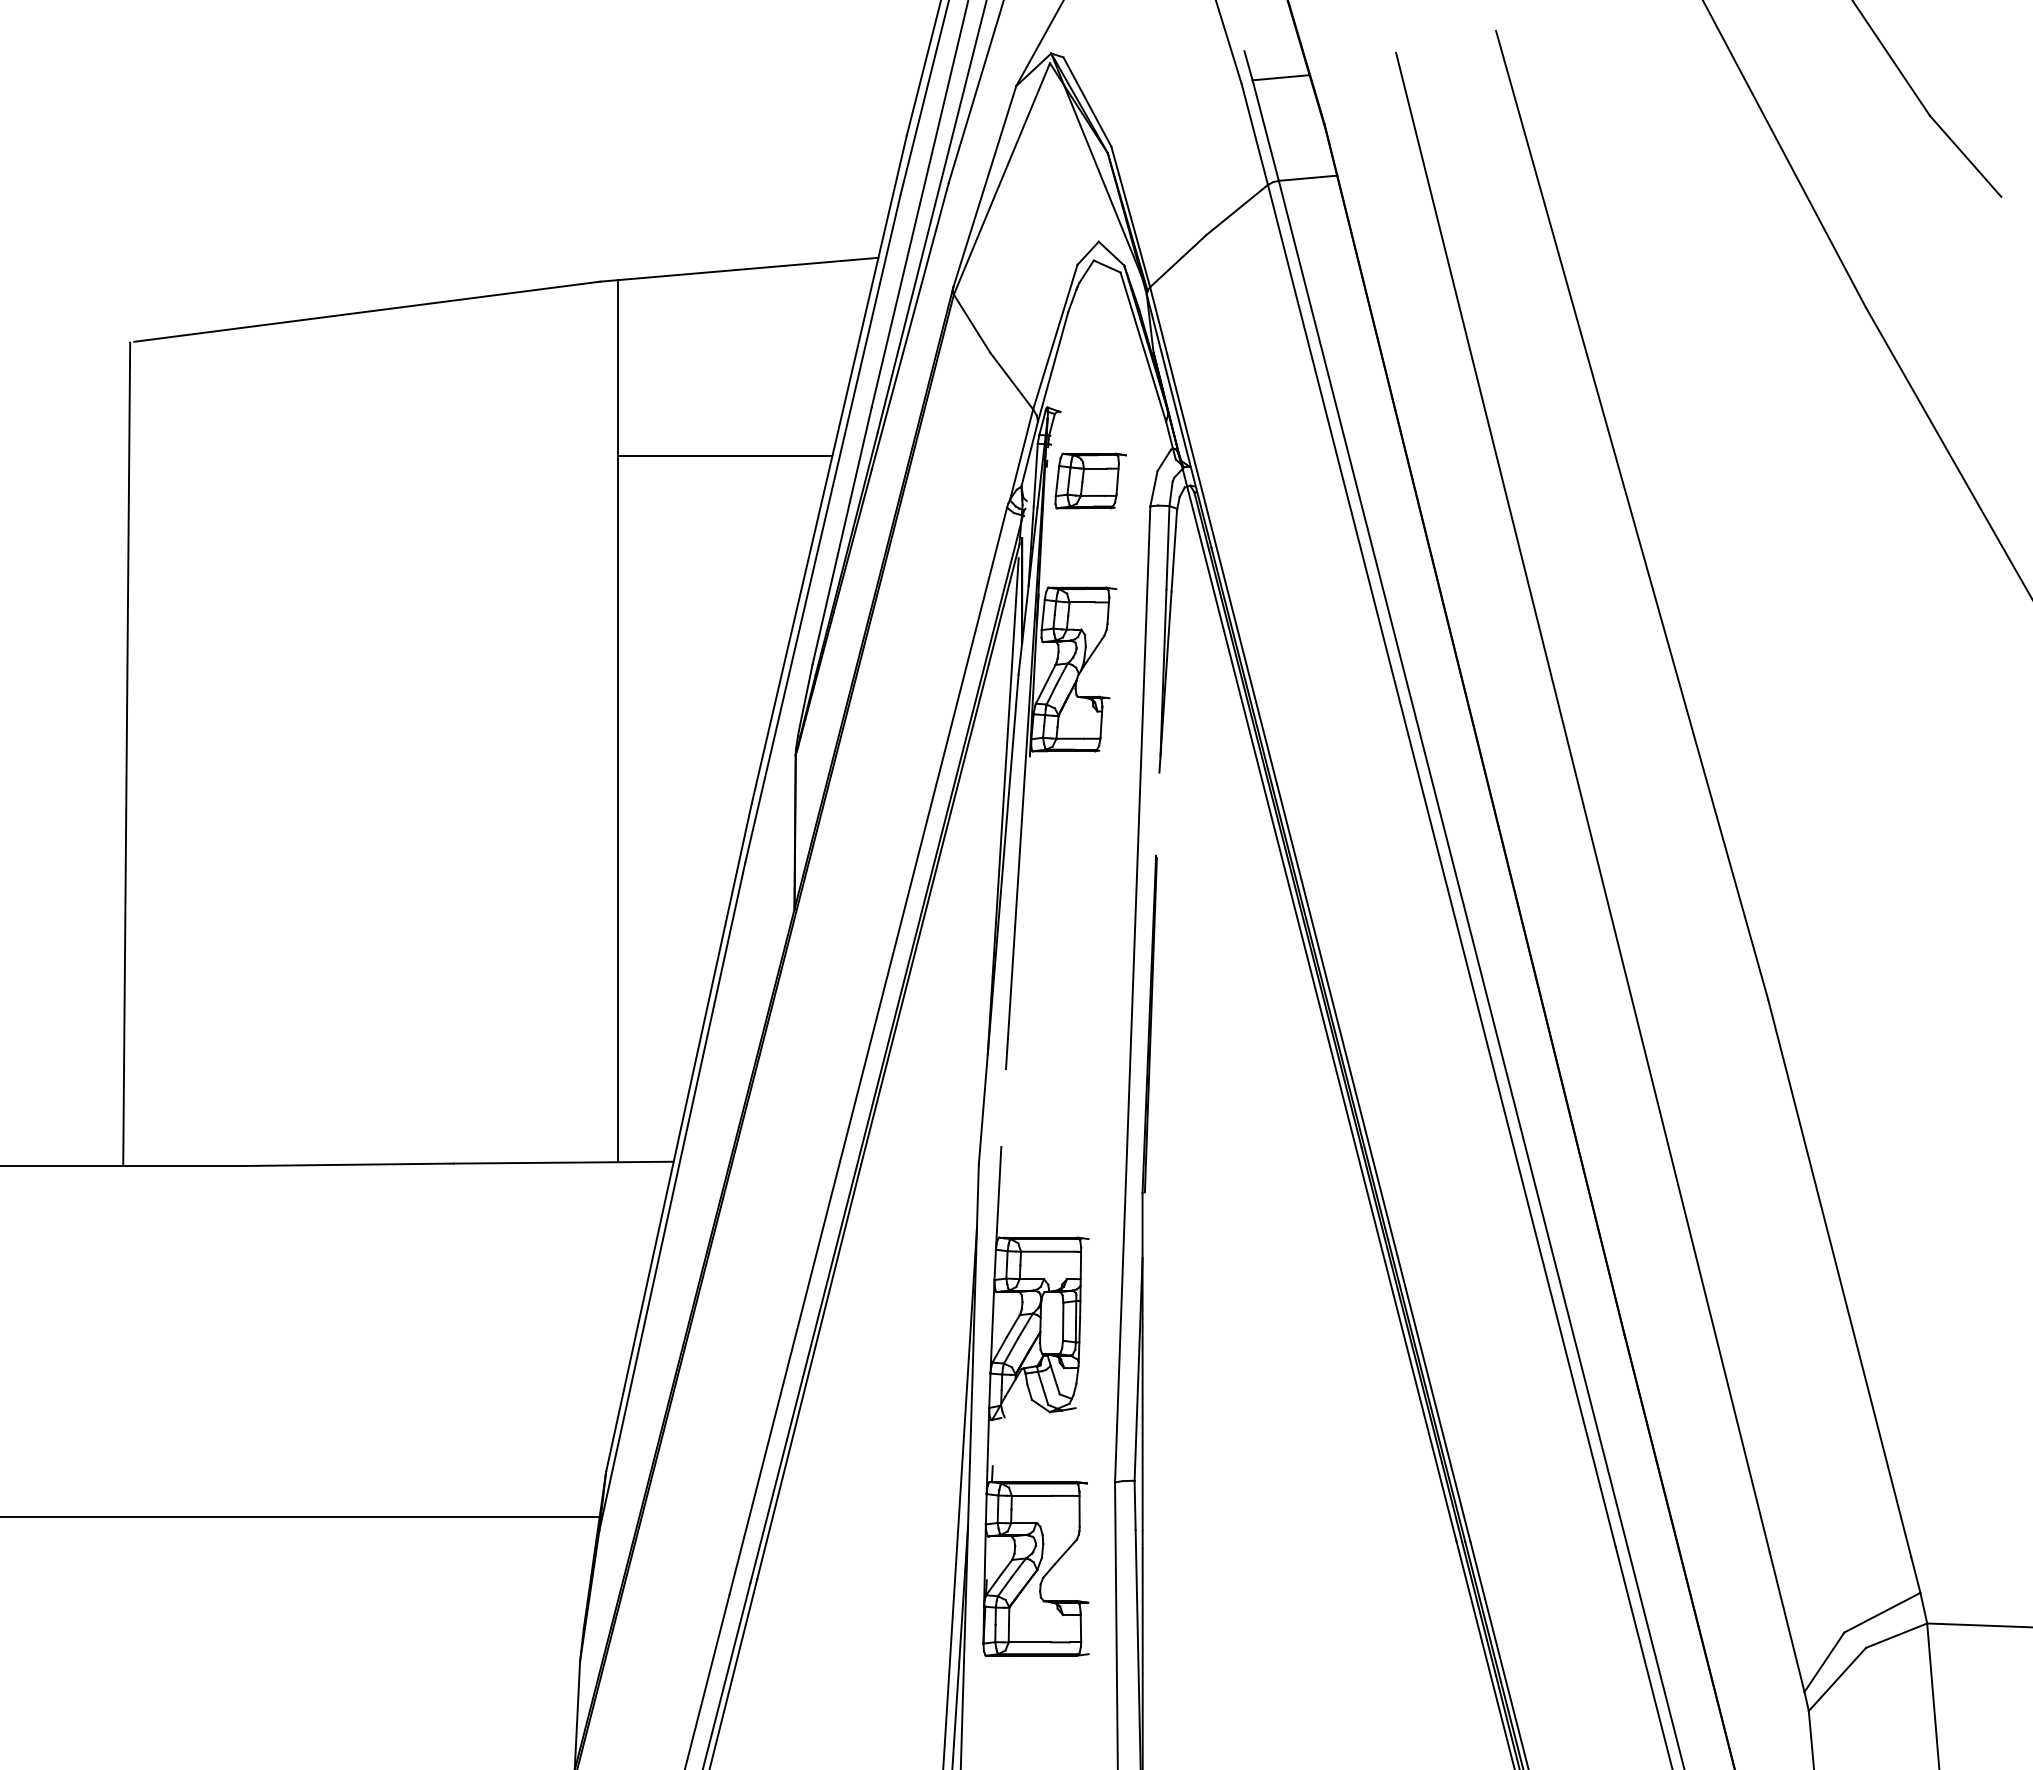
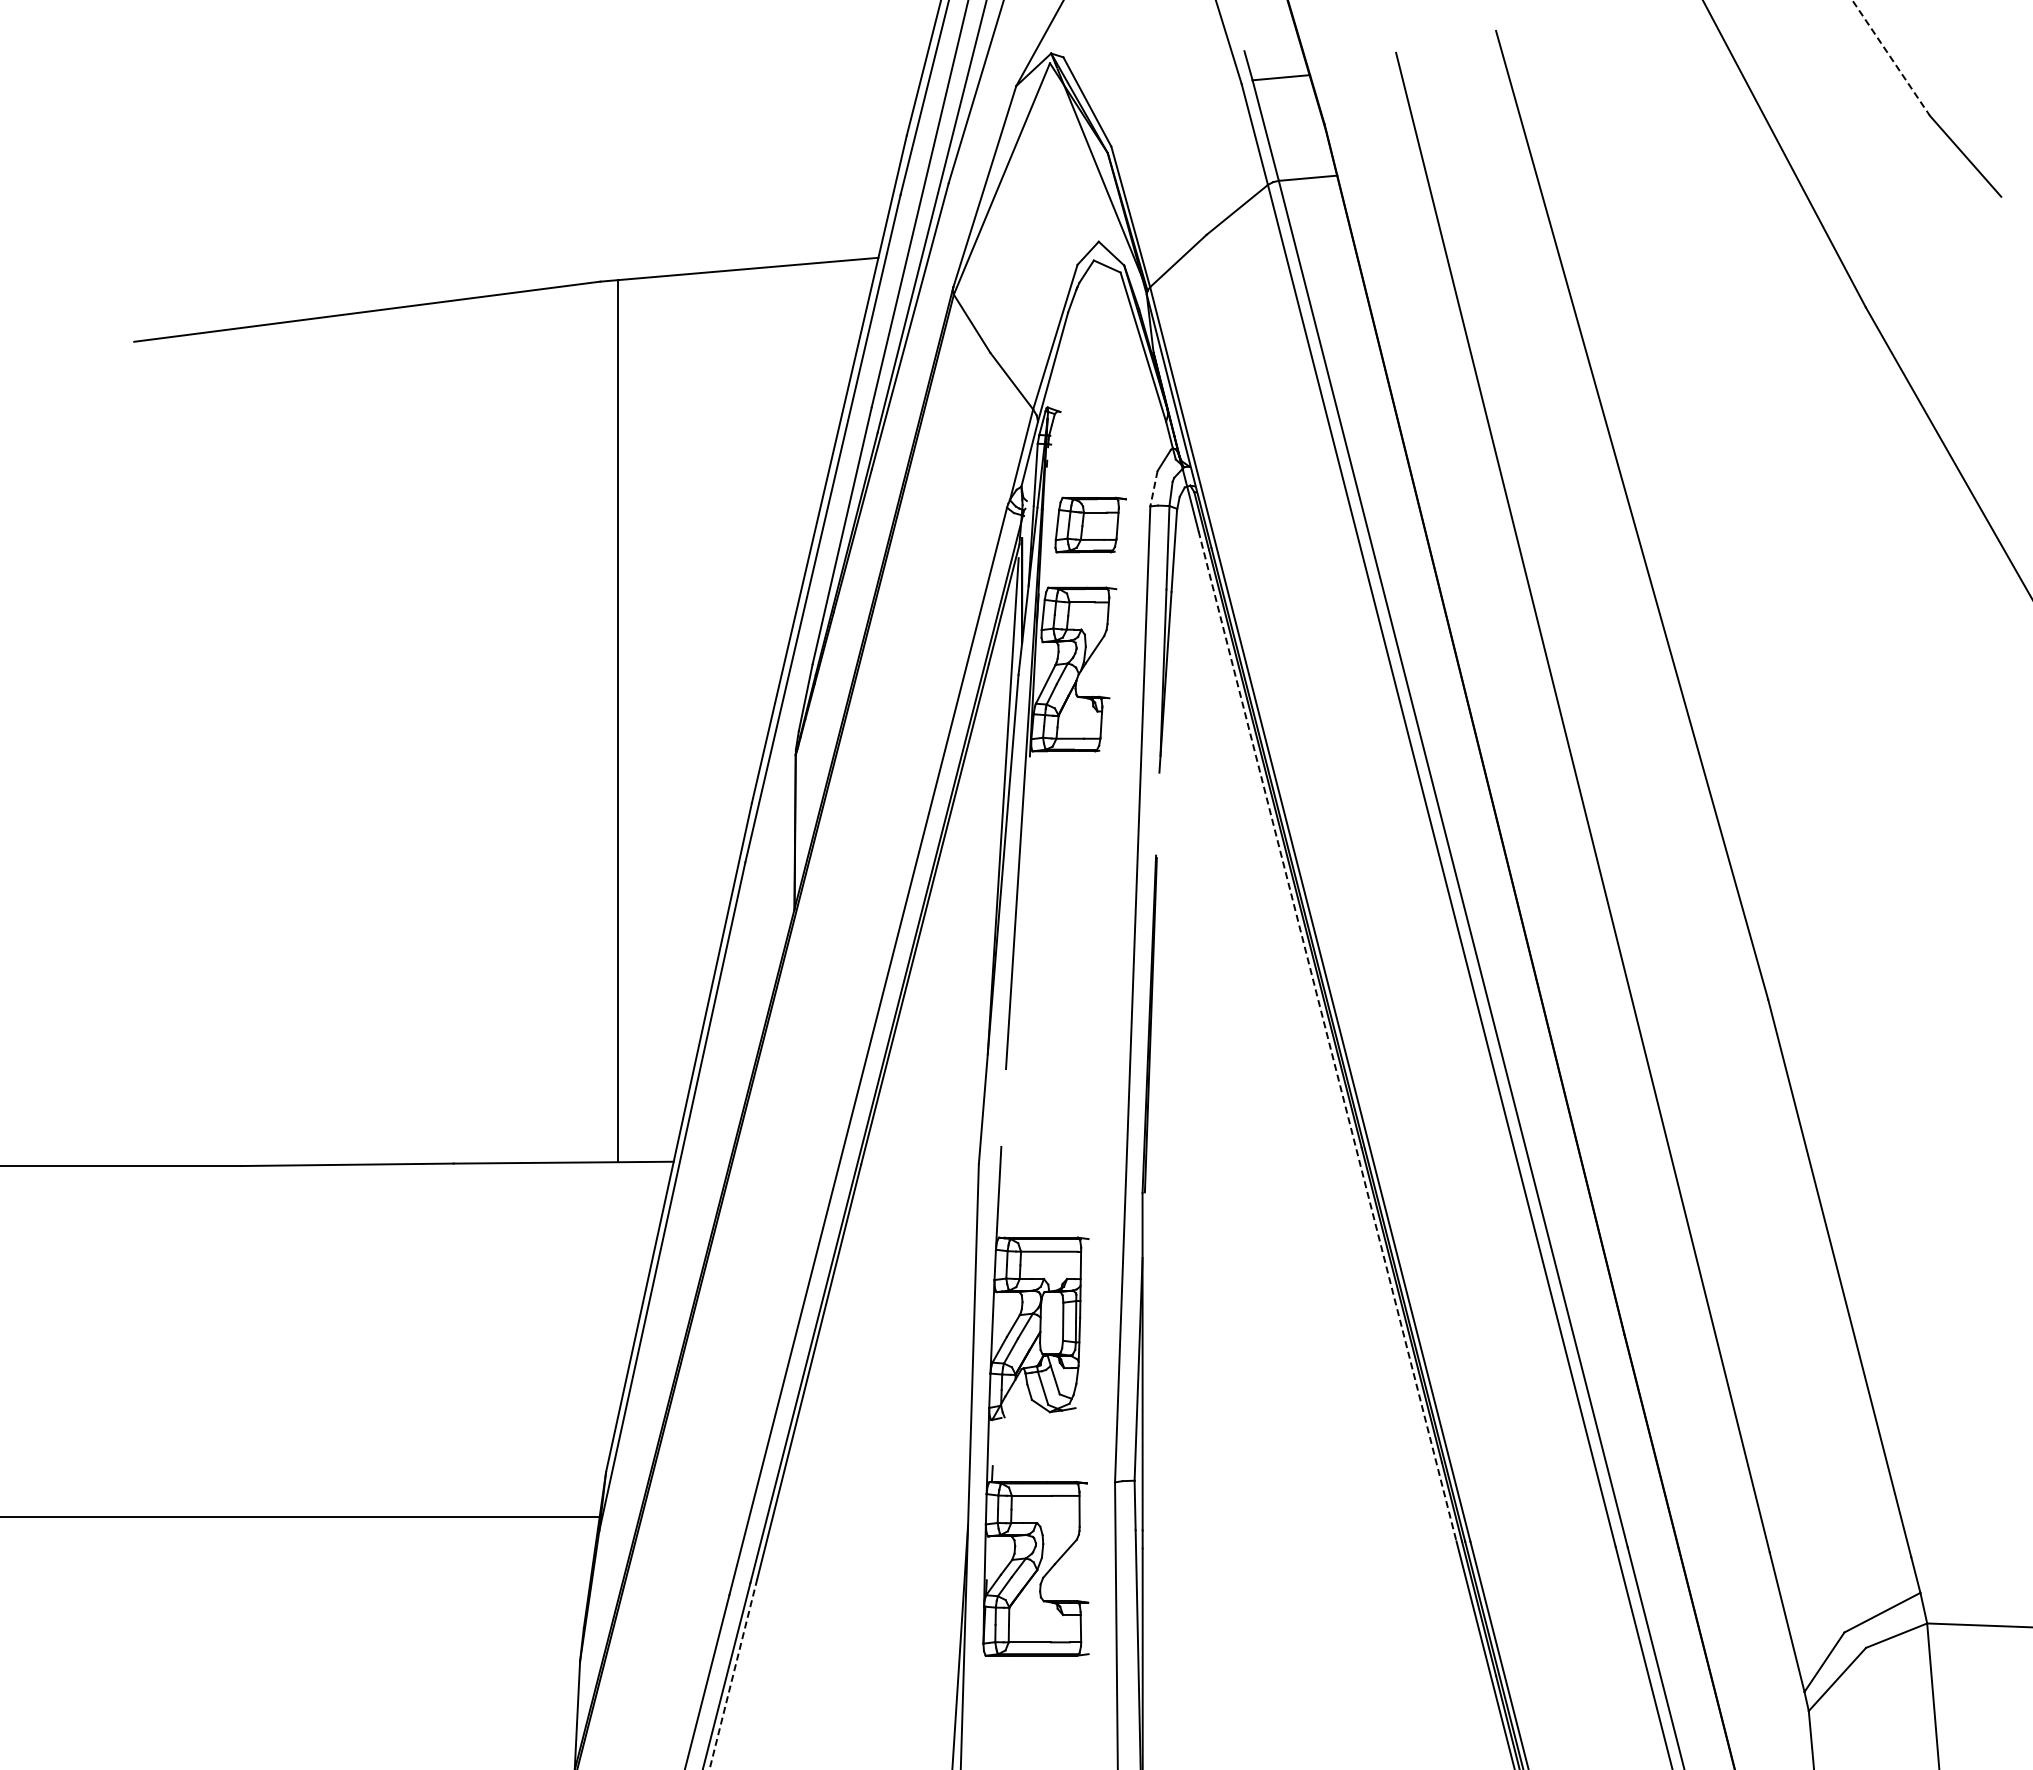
line at (1891, 58): solid -> dashed
line at (724, 455): present -> none
part at (1090, 480) position: (1090, 480) -> (1090, 524)
line at (1153, 489): solid -> dashed
line at (126, 754): present -> none
line at (1327, 1036): solid -> dashed
line at (959, 1496): present -> none
line at (733, 1674): solid -> dashed
